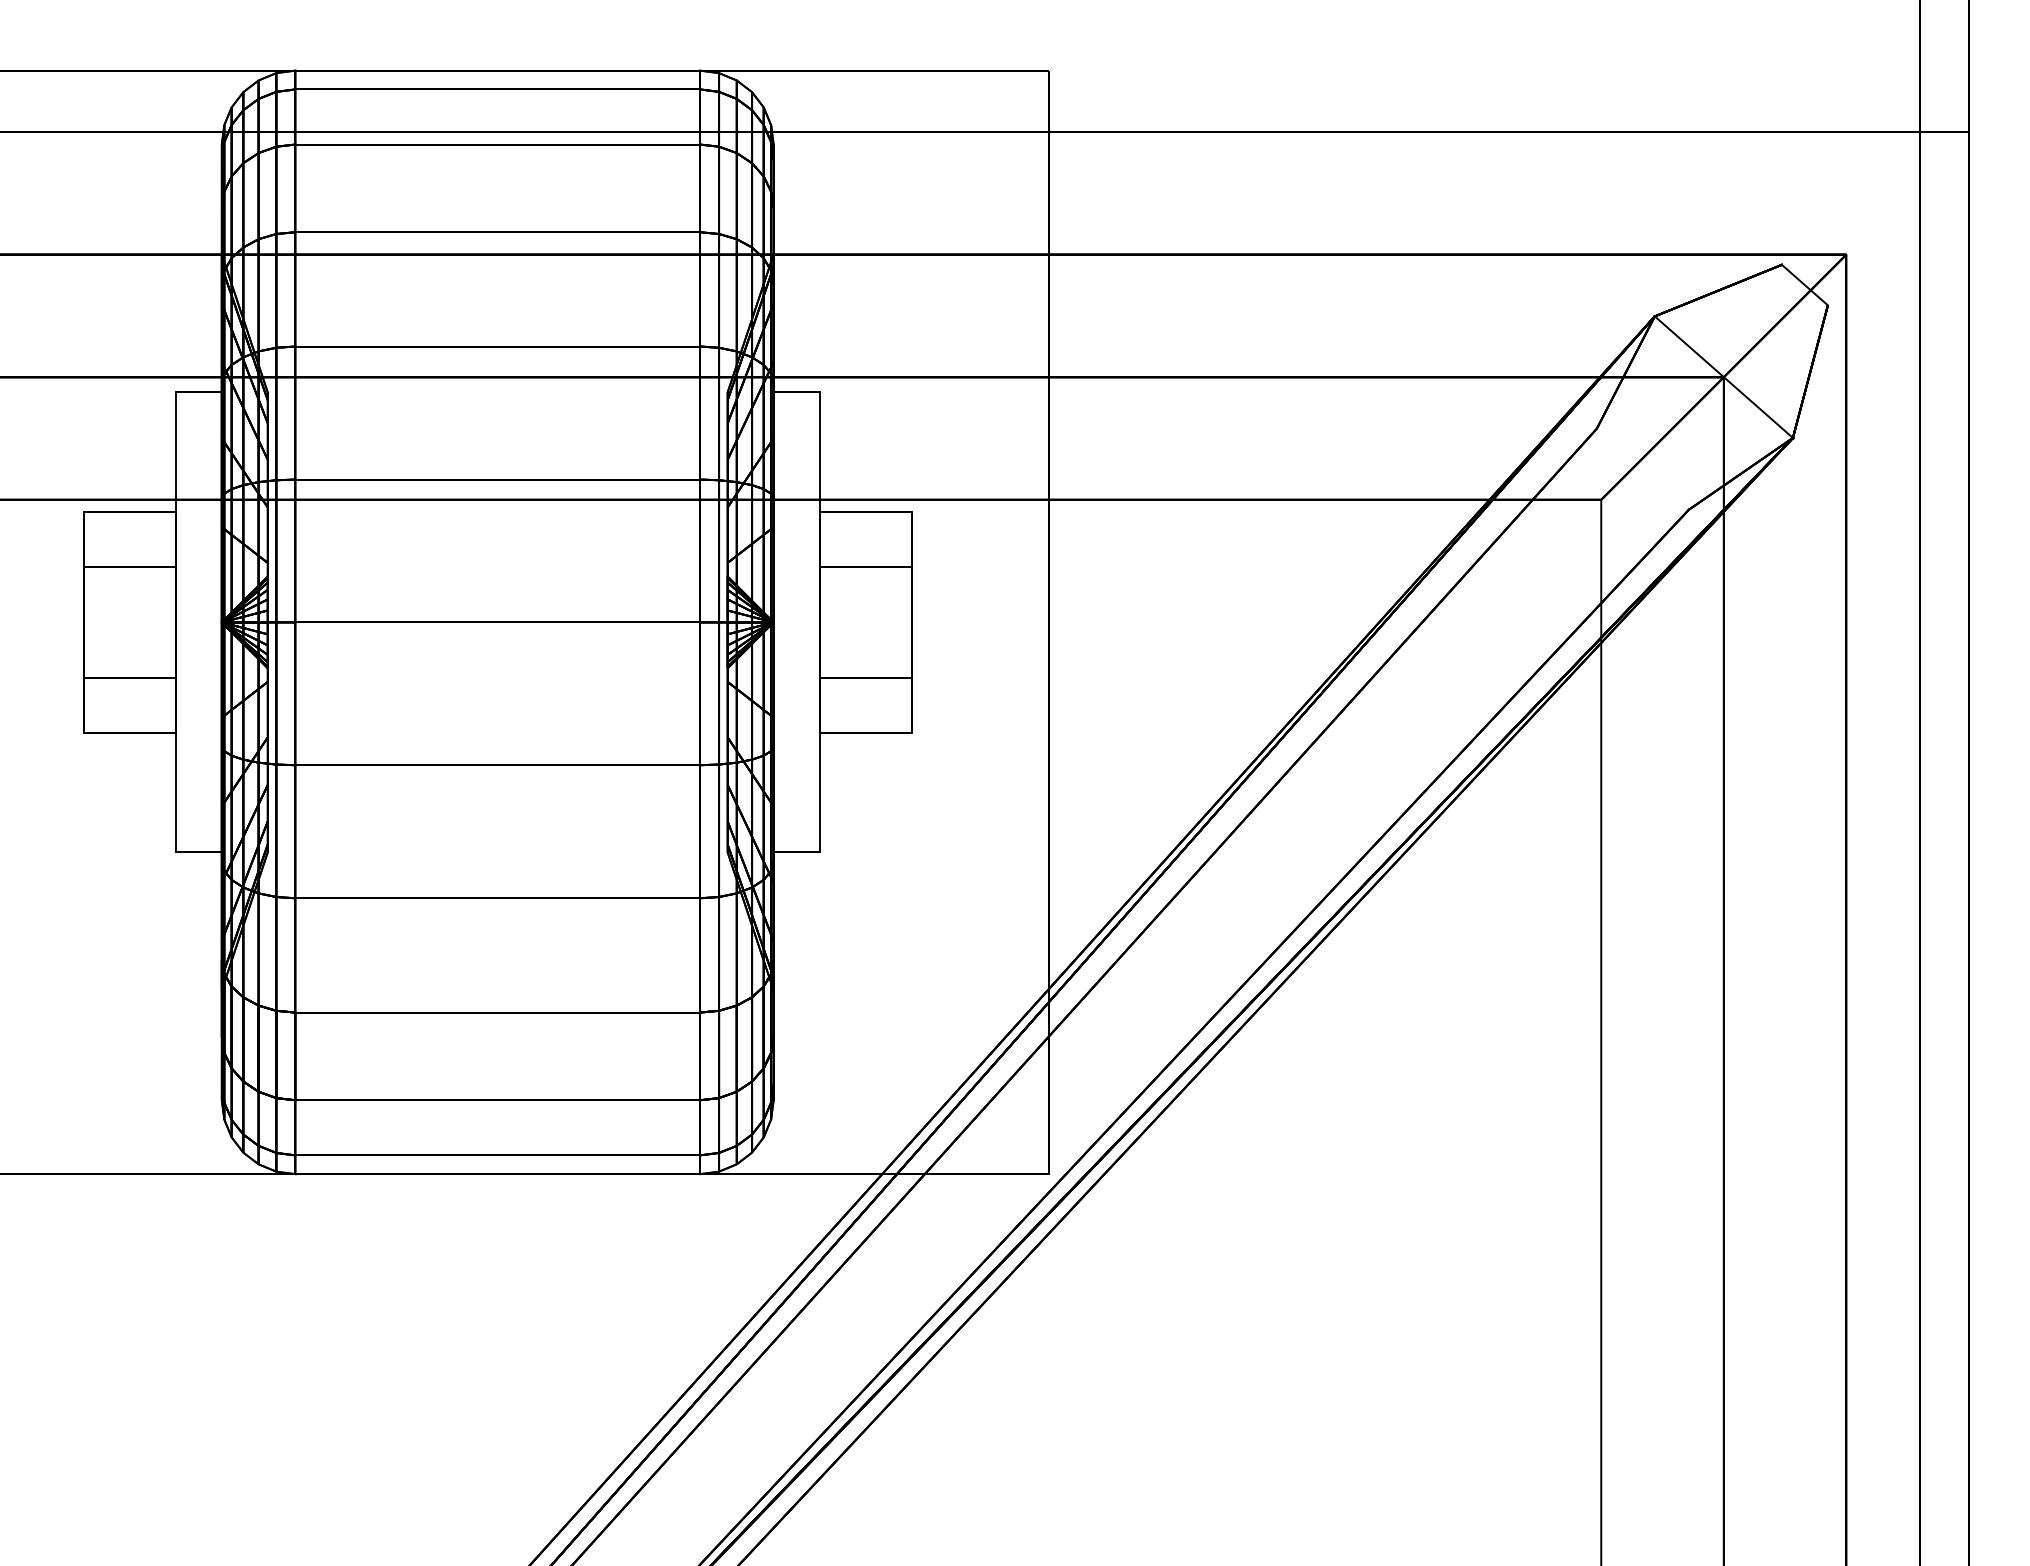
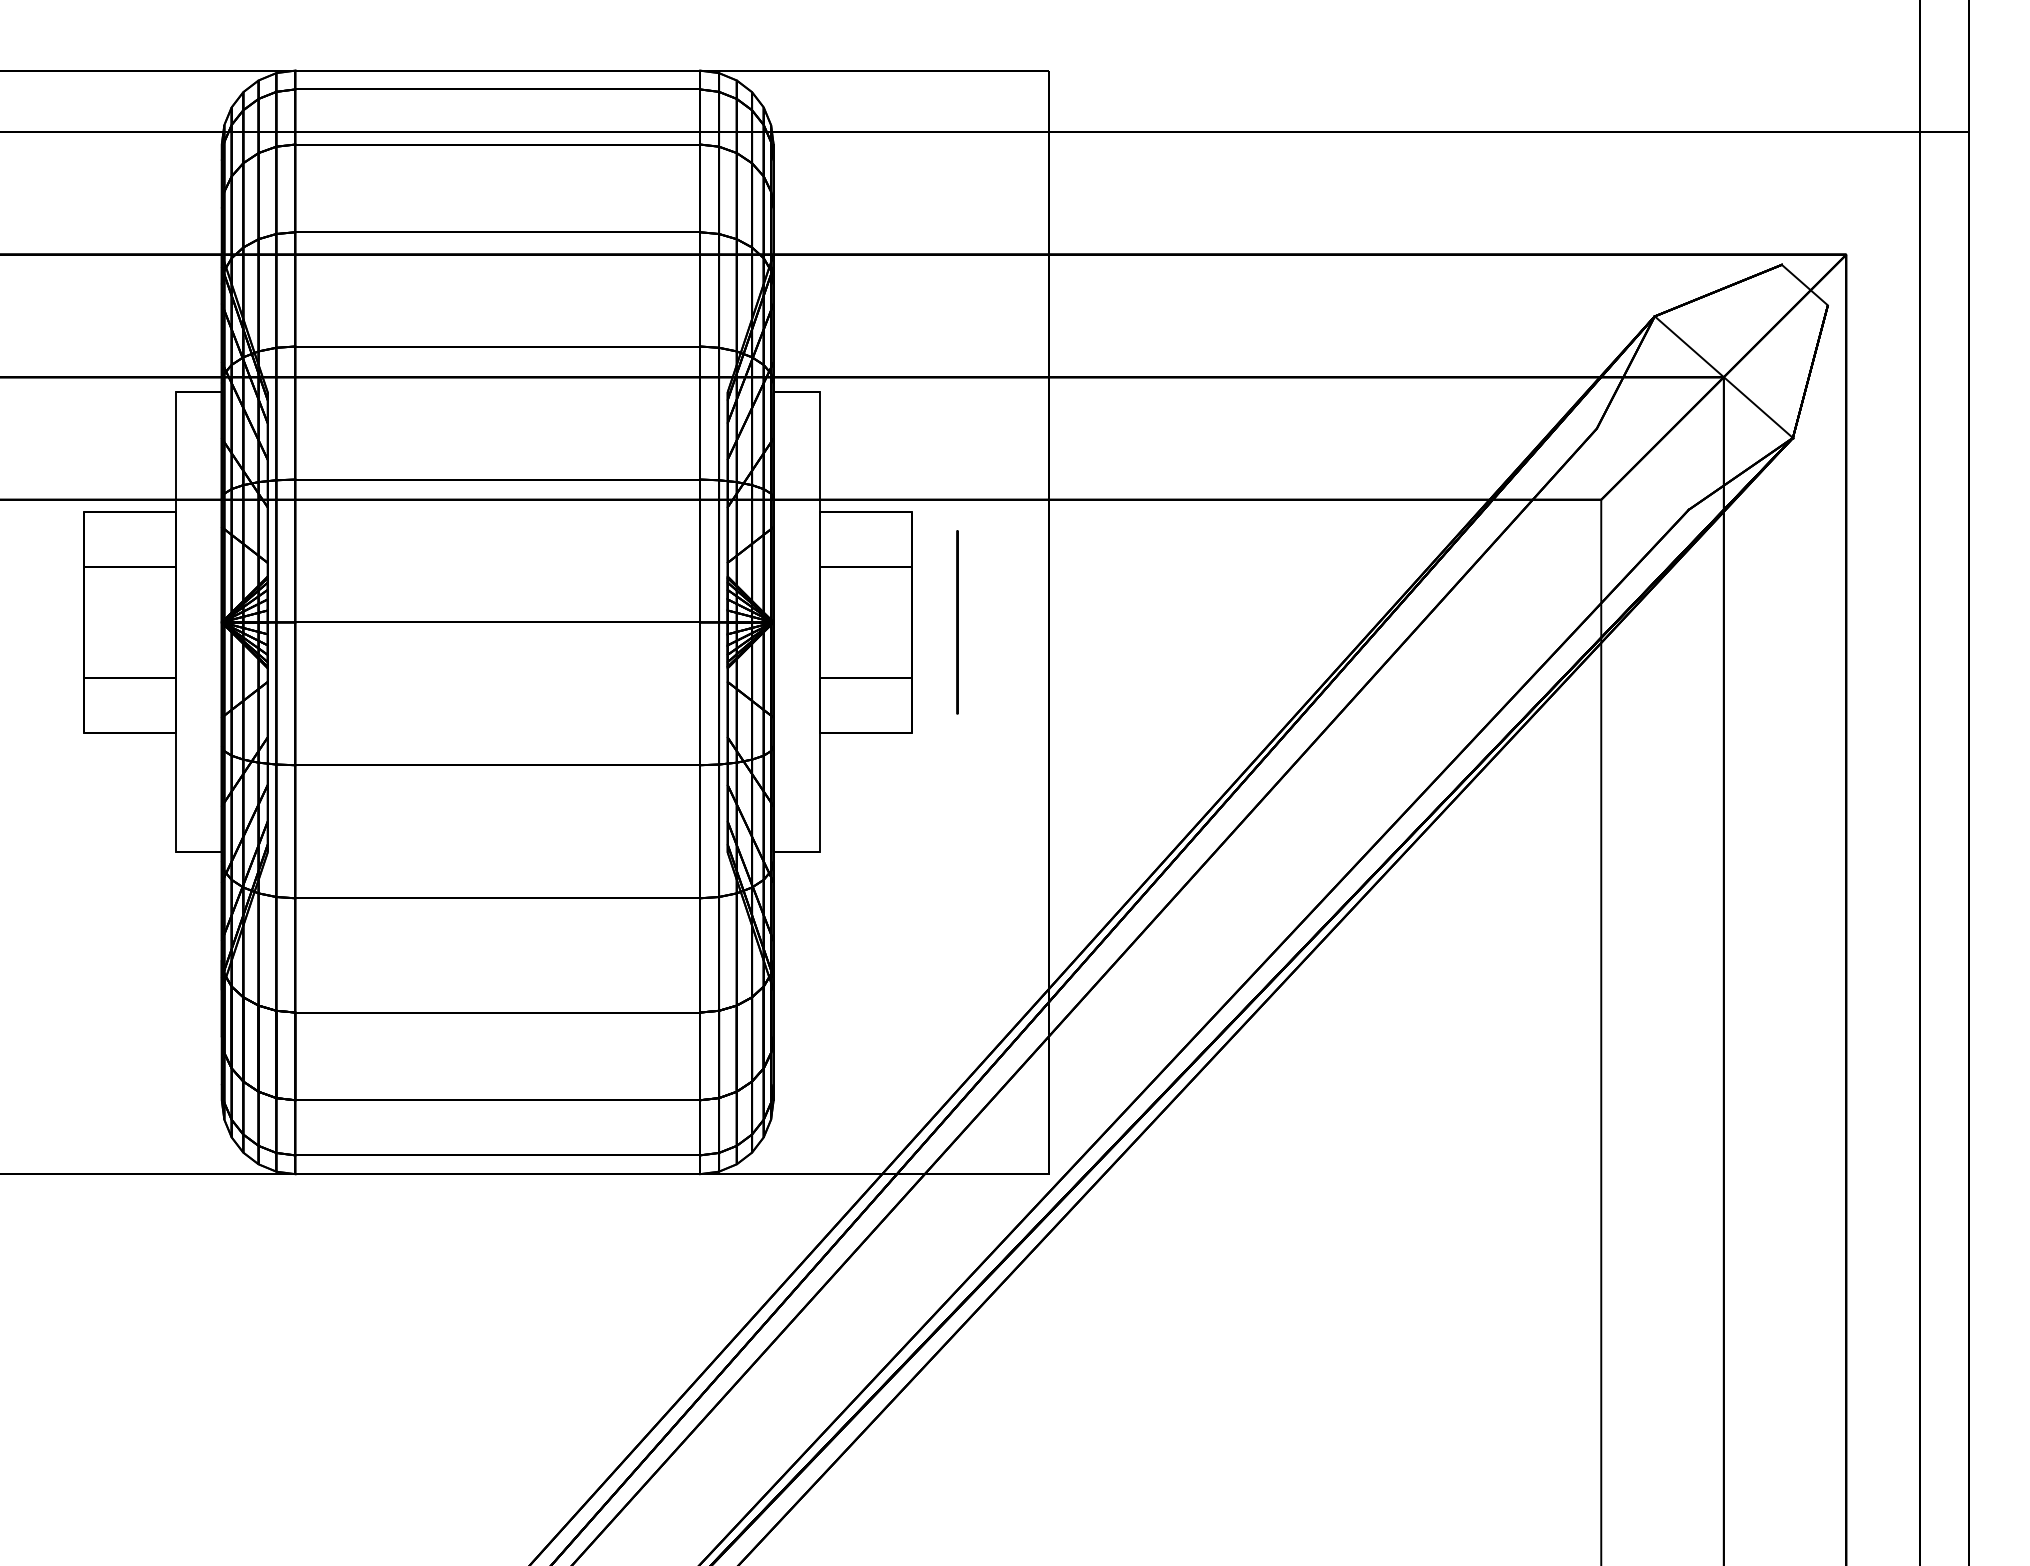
circle at (957, 622): none -> present
